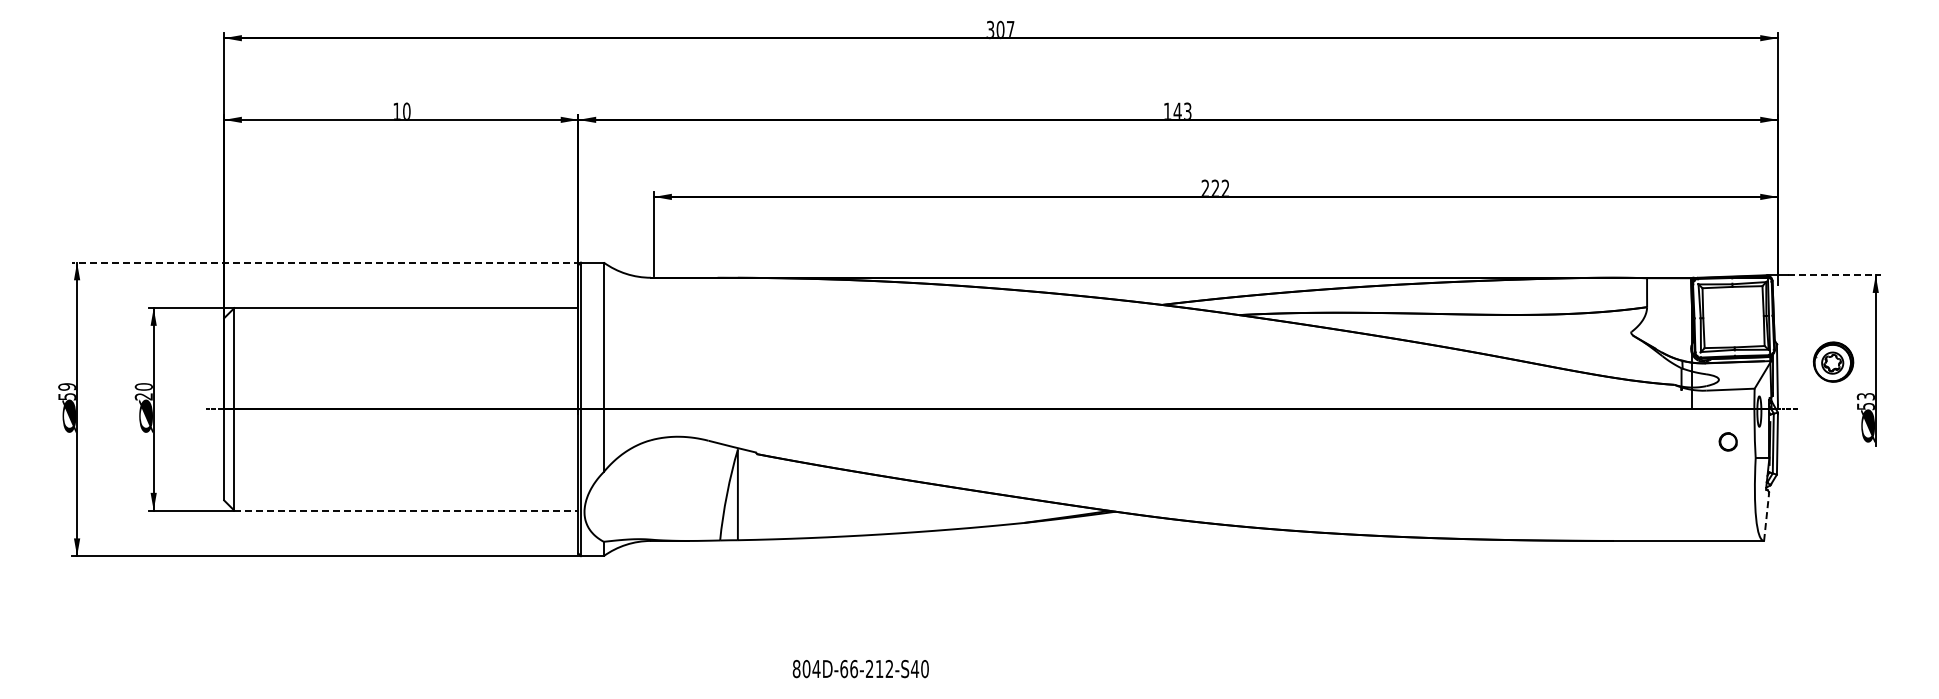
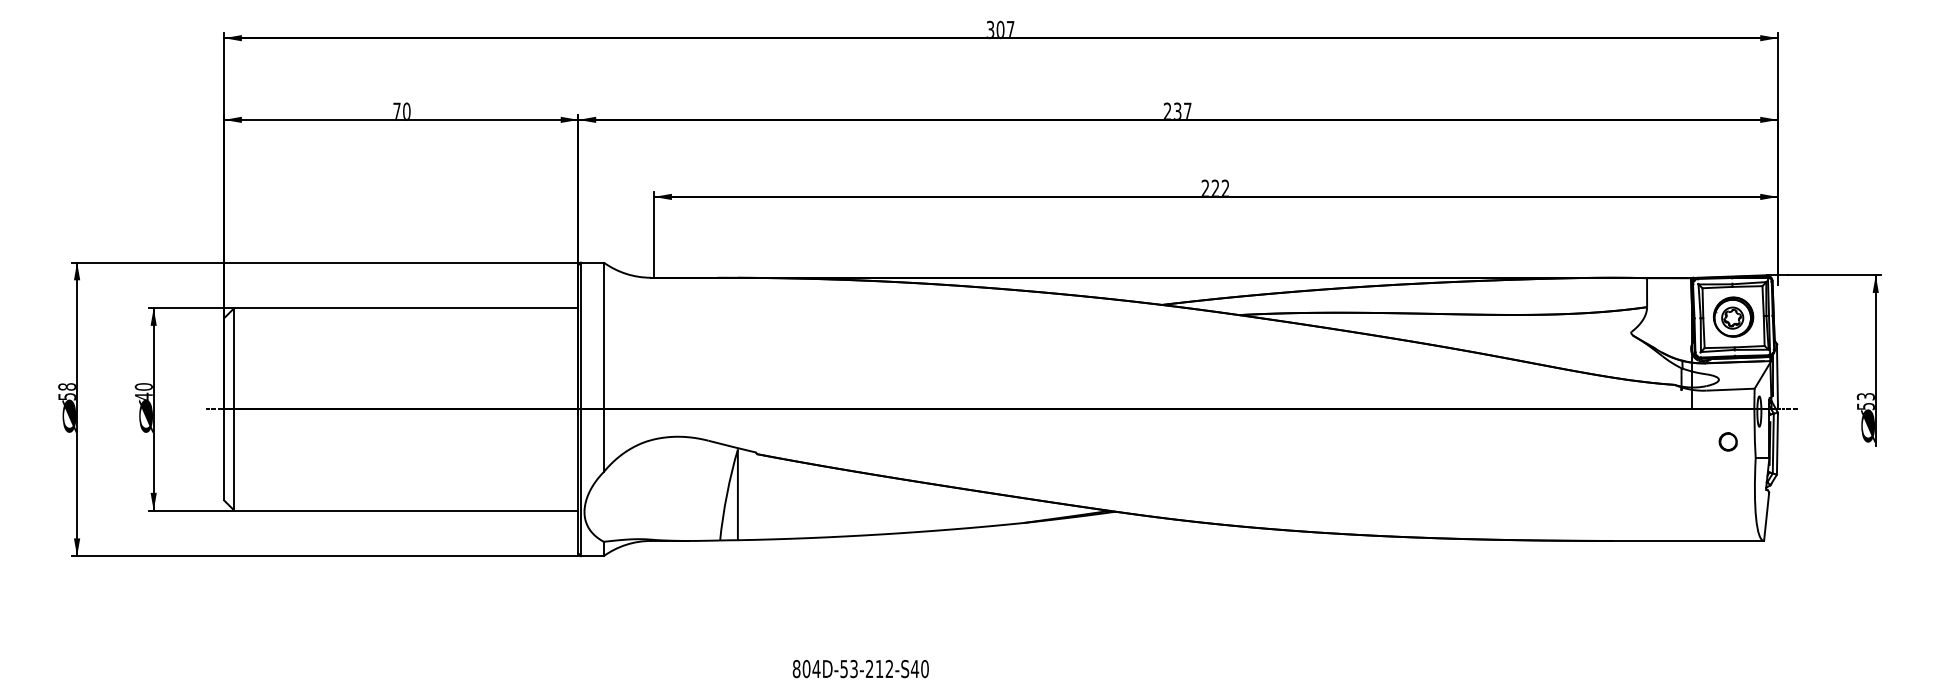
text at (396, 110): 10 -> 70
text at (1177, 110): 143 -> 237
line at (326, 262): dashed -> solid
line at (1834, 275): dashed -> solid
part at (1833, 361) position: (1833, 361) -> (1733, 316)
text at (66, 386): 59 -> 58
text at (143, 396): 20 -> 40
line at (406, 510): dashed -> solid
line at (1766, 517): dashed -> solid
text at (849, 668): 804D-66-212-S40 -> 804D-53-212-S40
